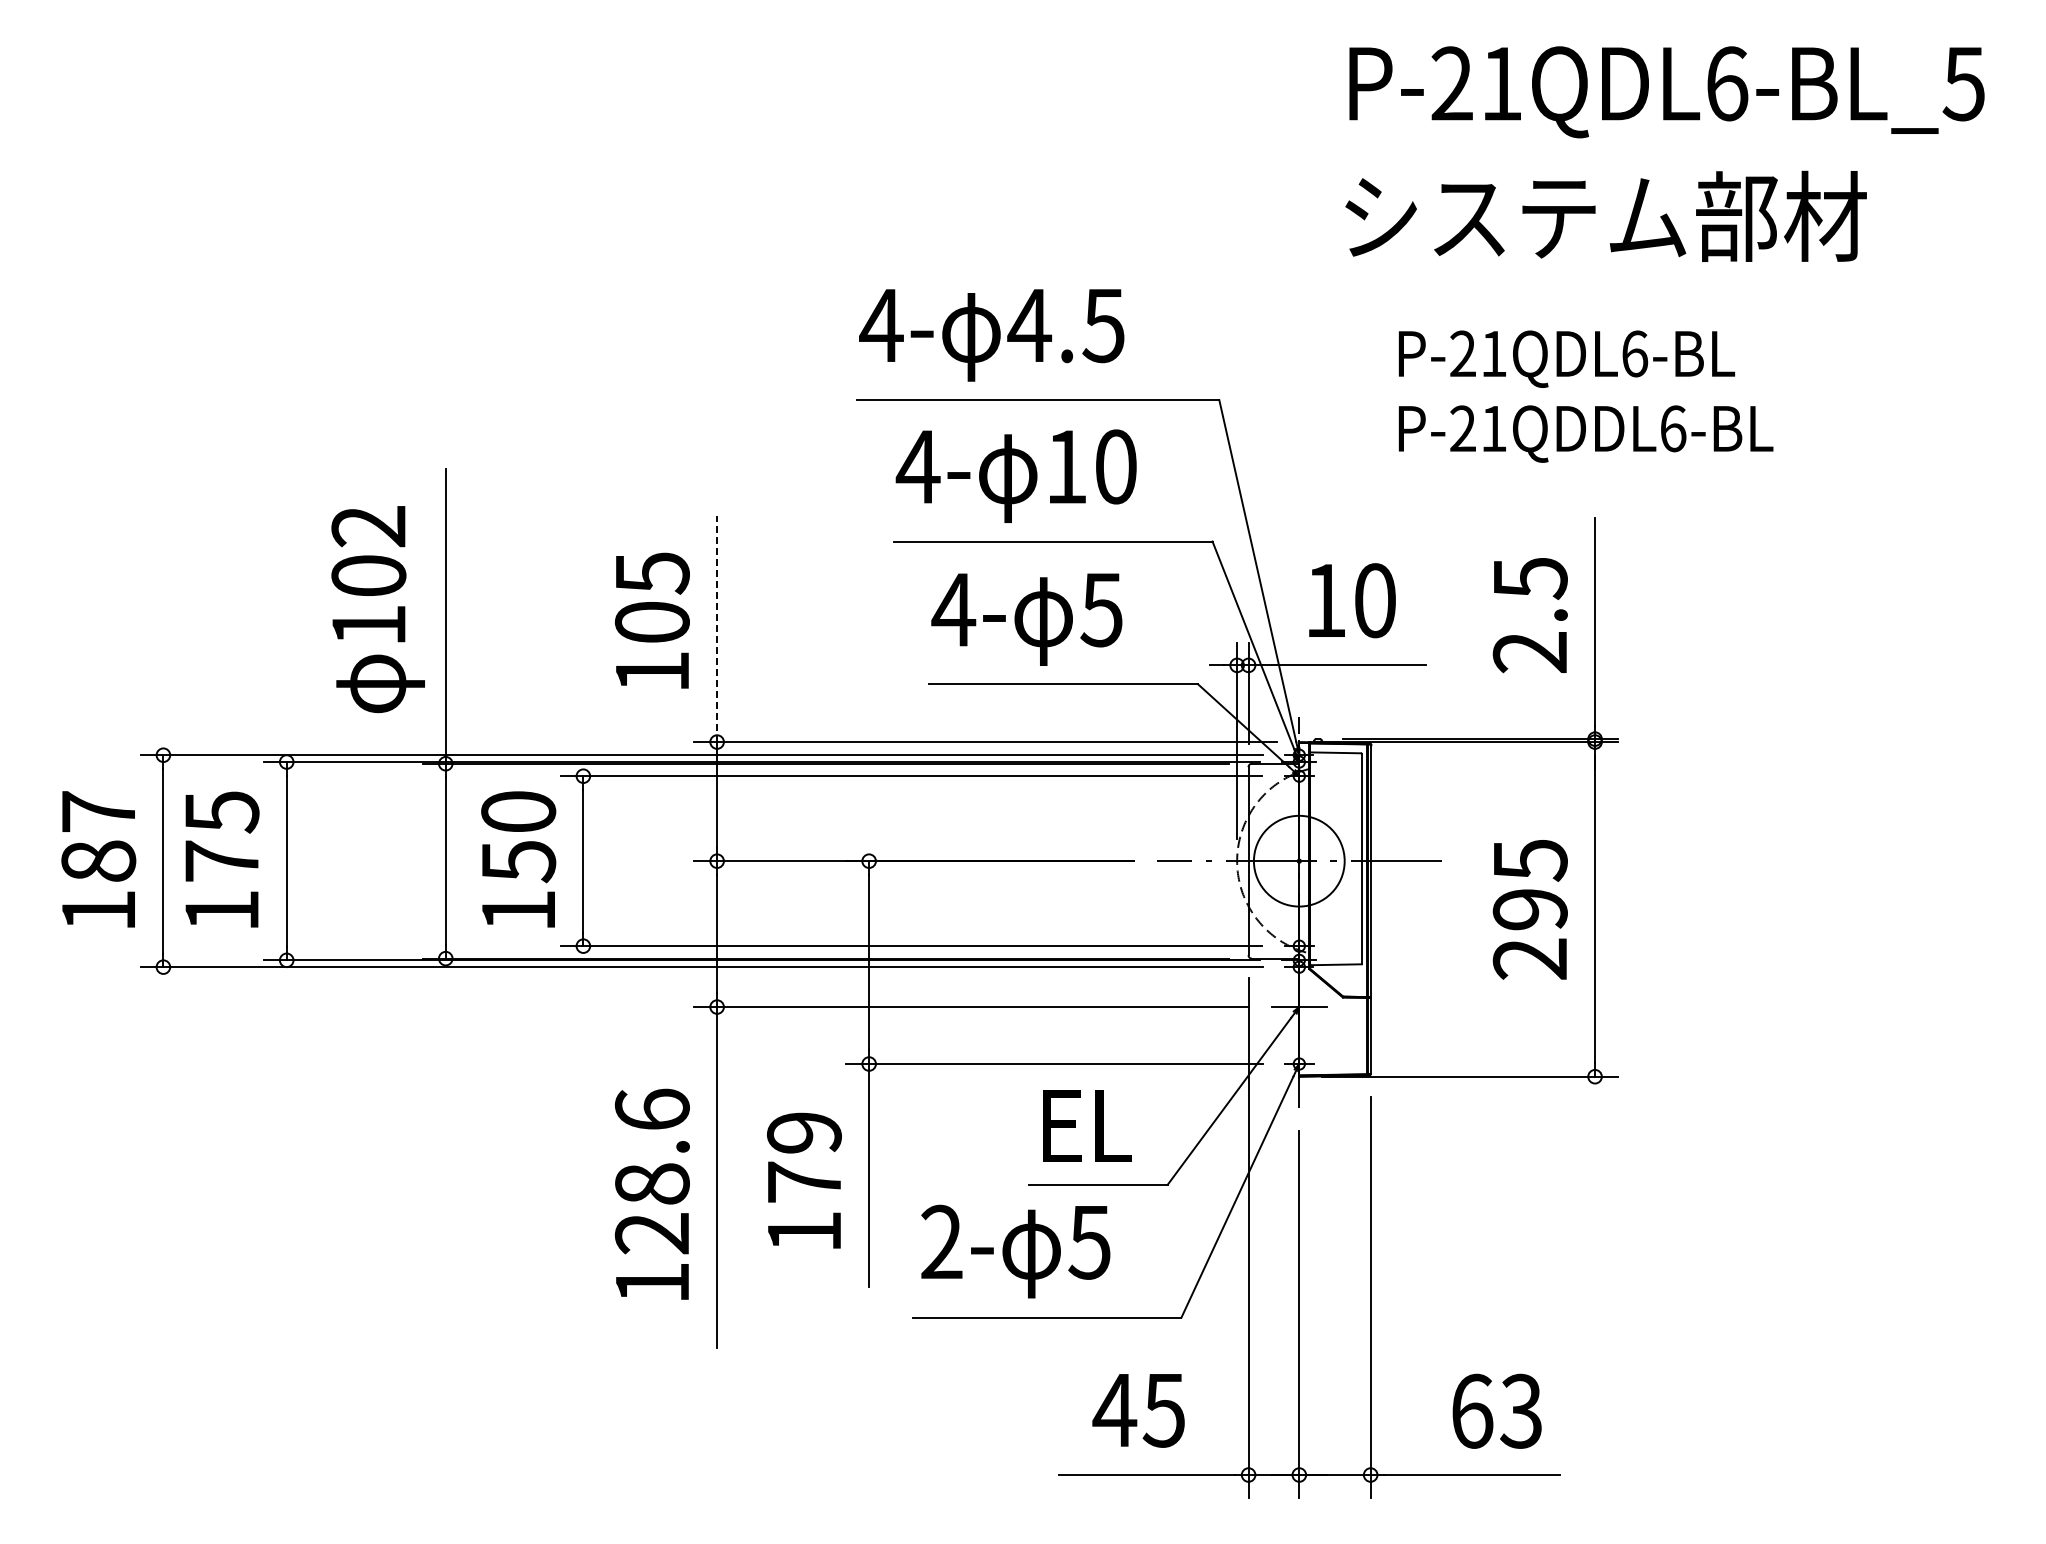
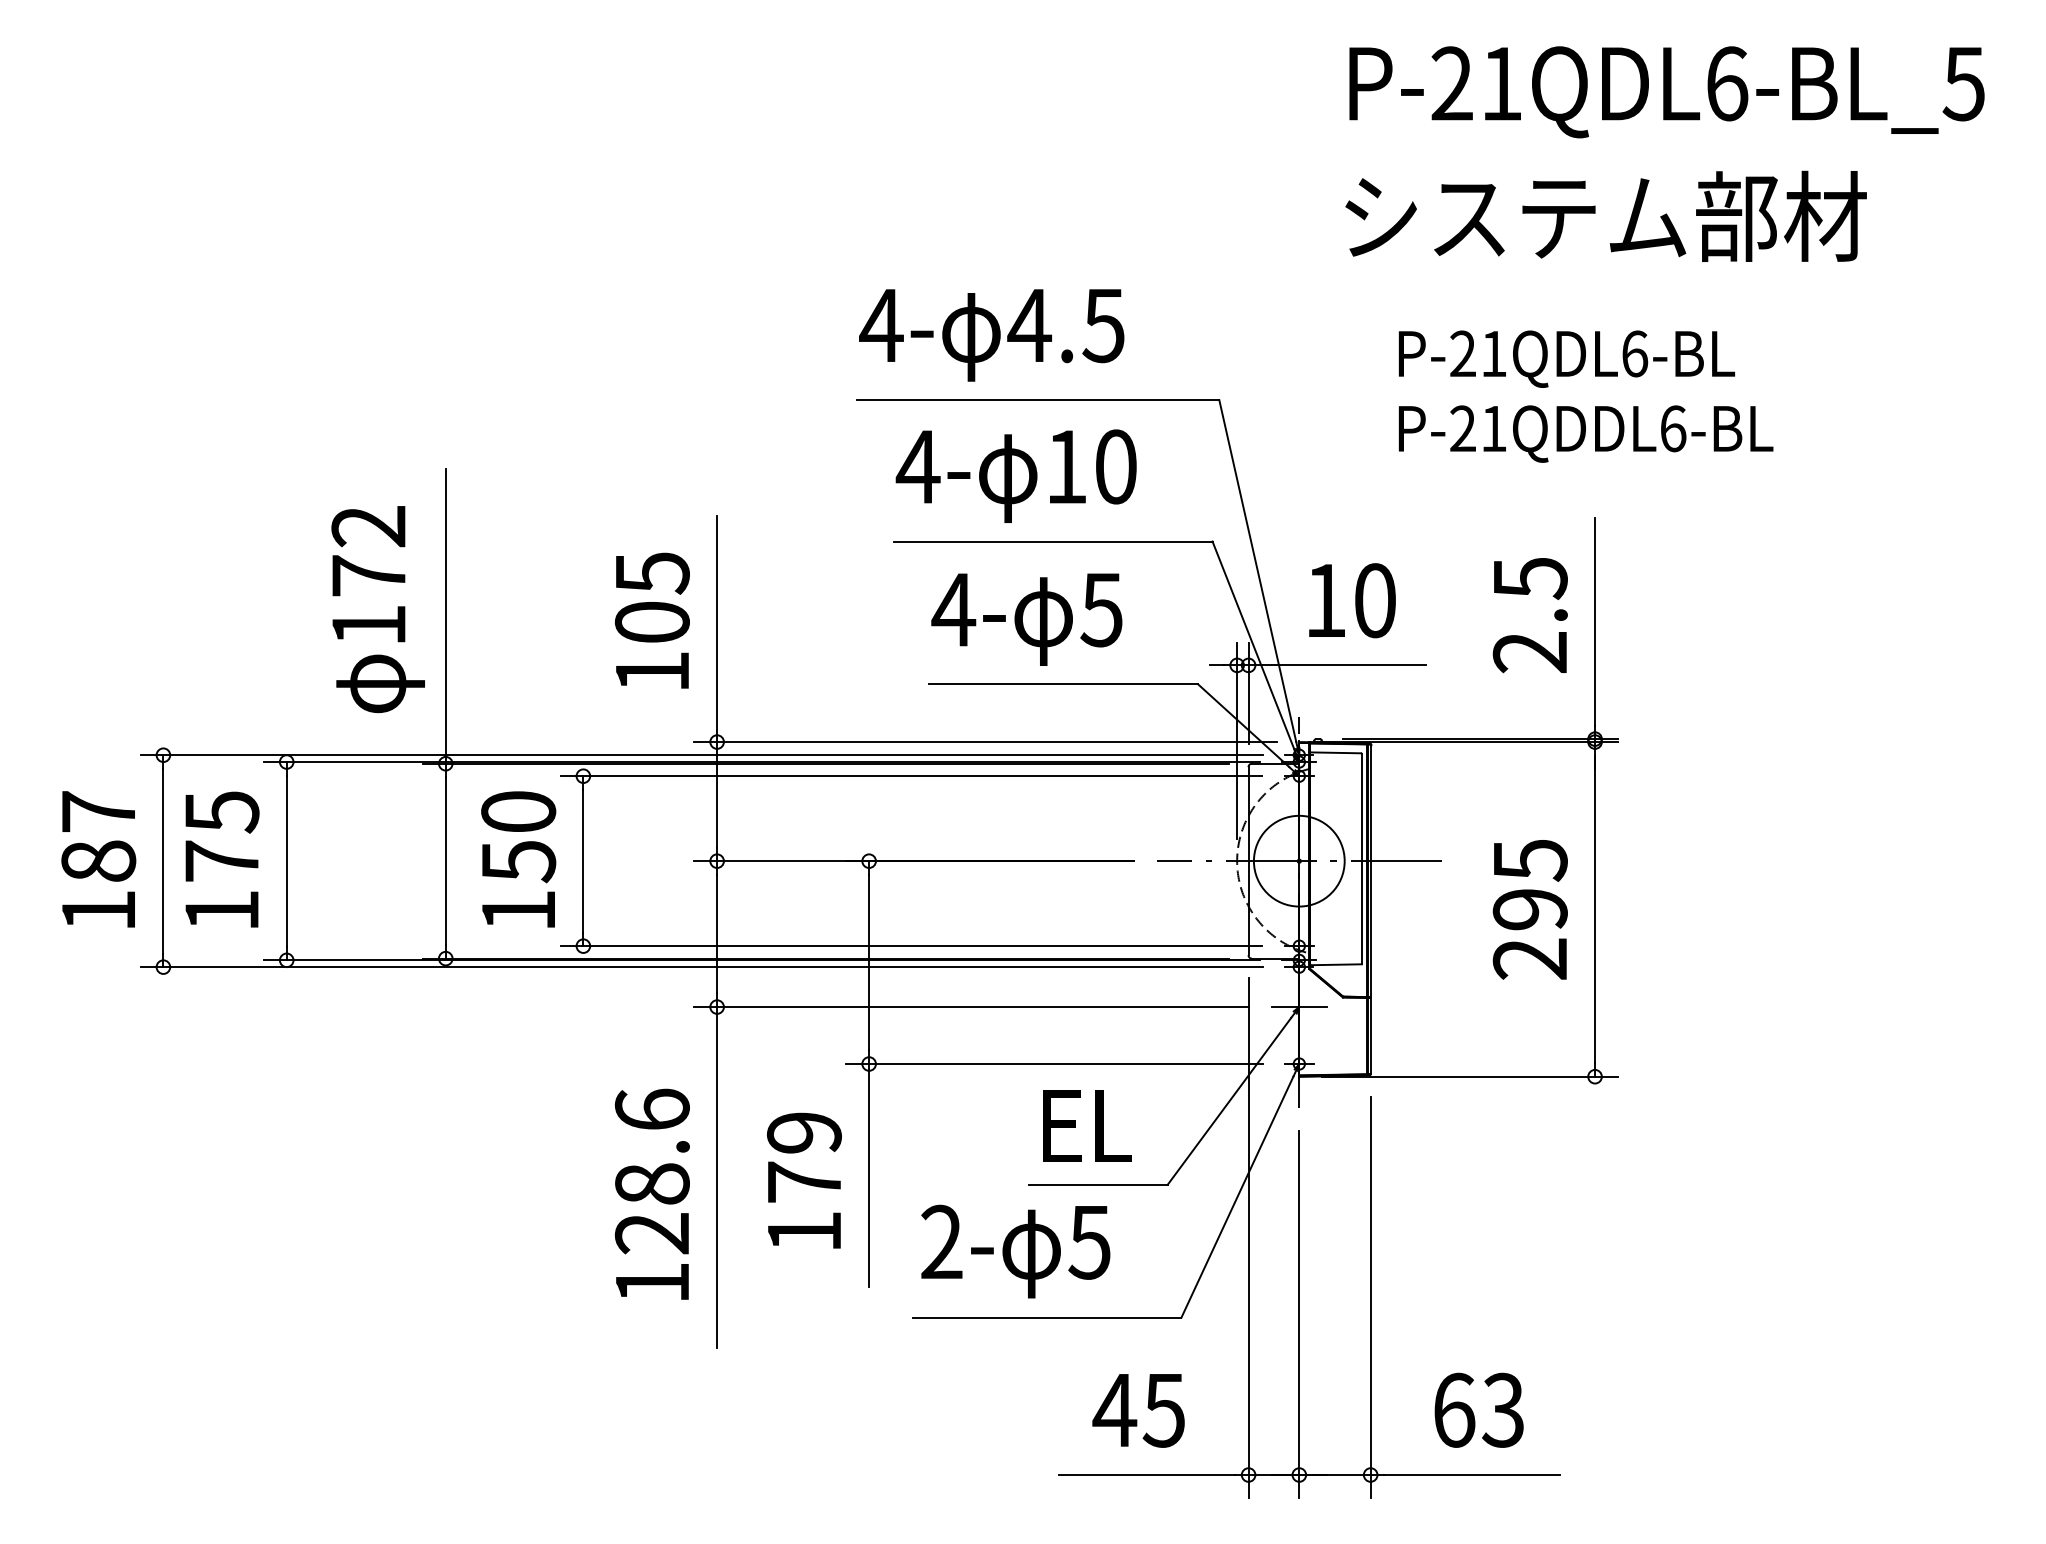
text at (368, 575): 102 -> 172
line at (717, 629): dashed -> solid
text at (1496, 1410) position: (1496, 1410) -> (1478, 1409)
